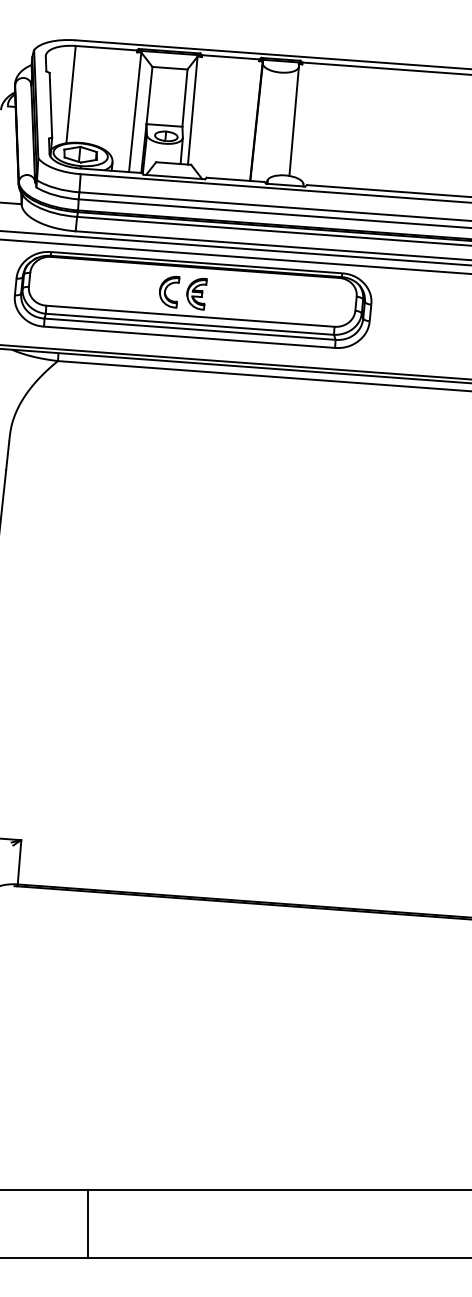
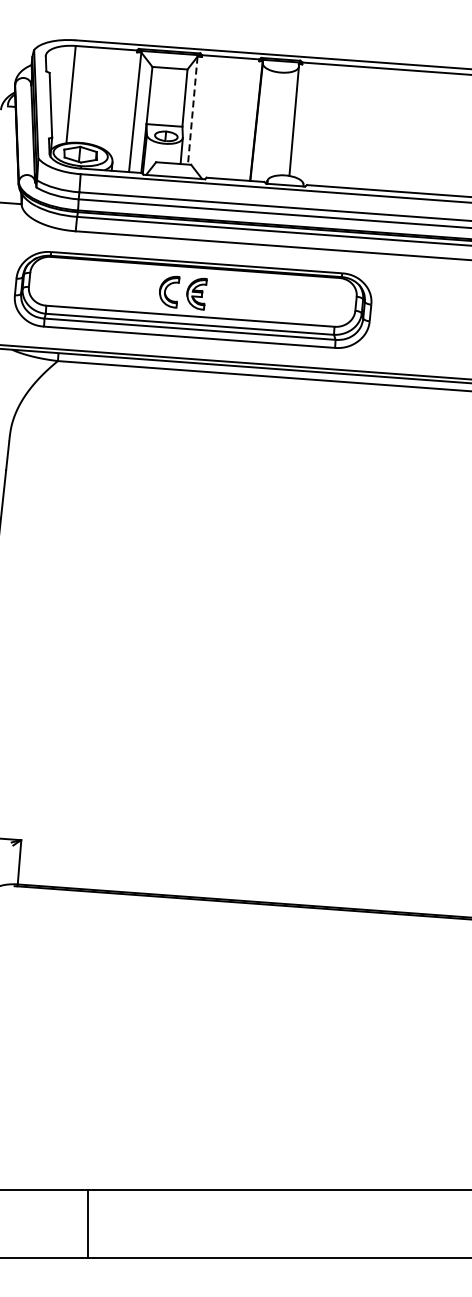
line at (192, 111): solid -> dashed
line at (235, 248): present -> none
line at (235, 256): present -> none
